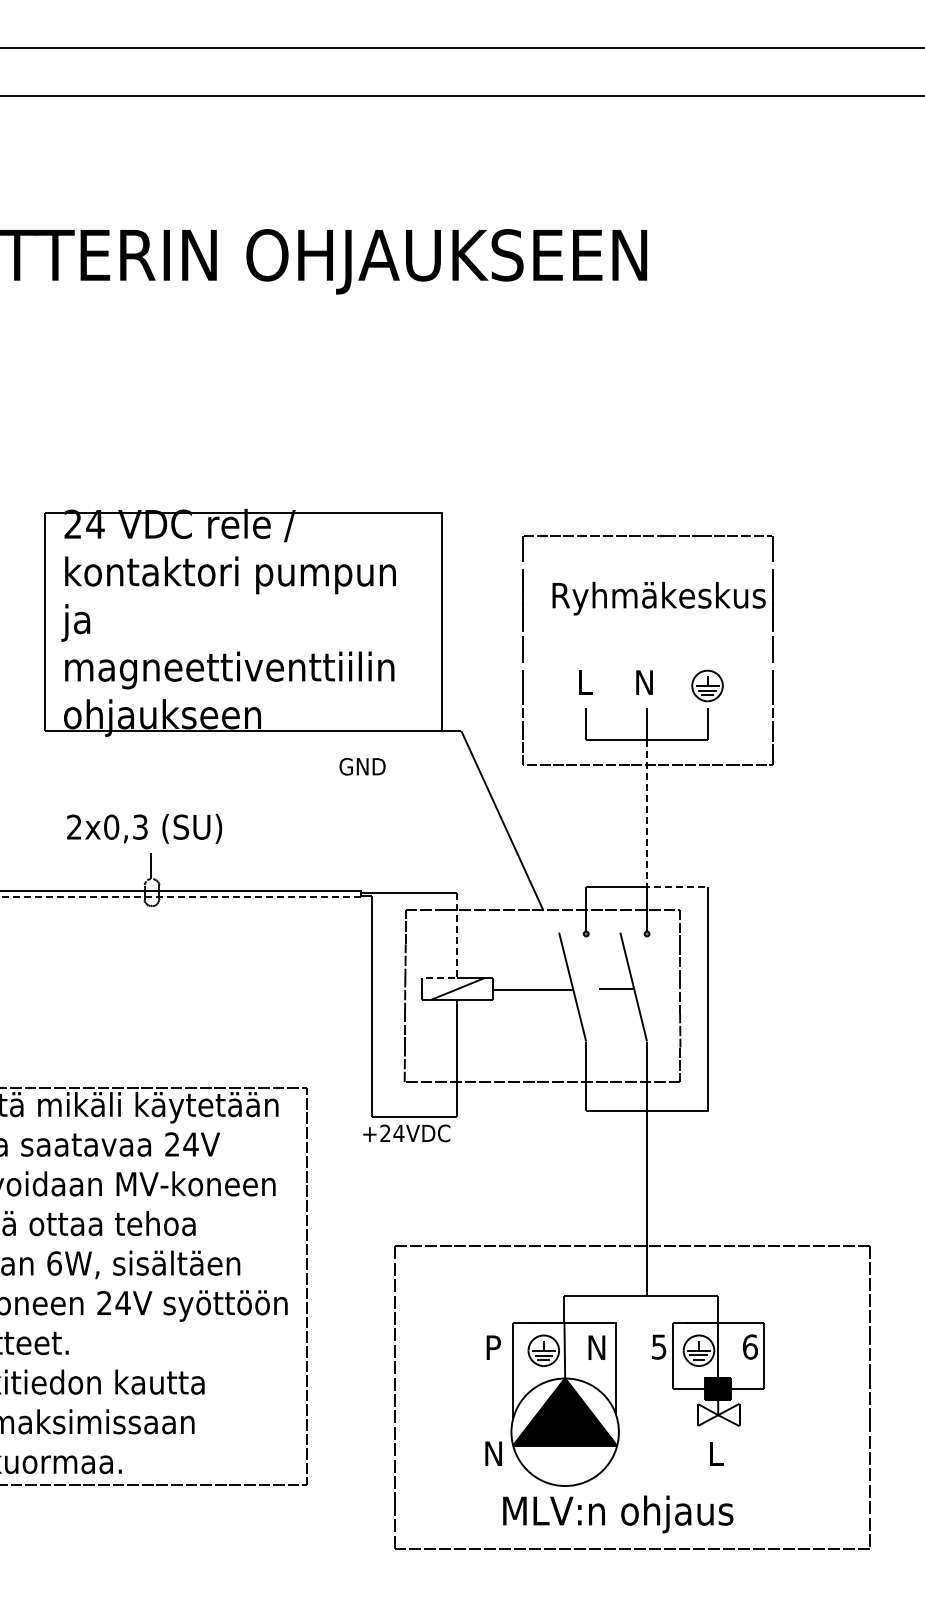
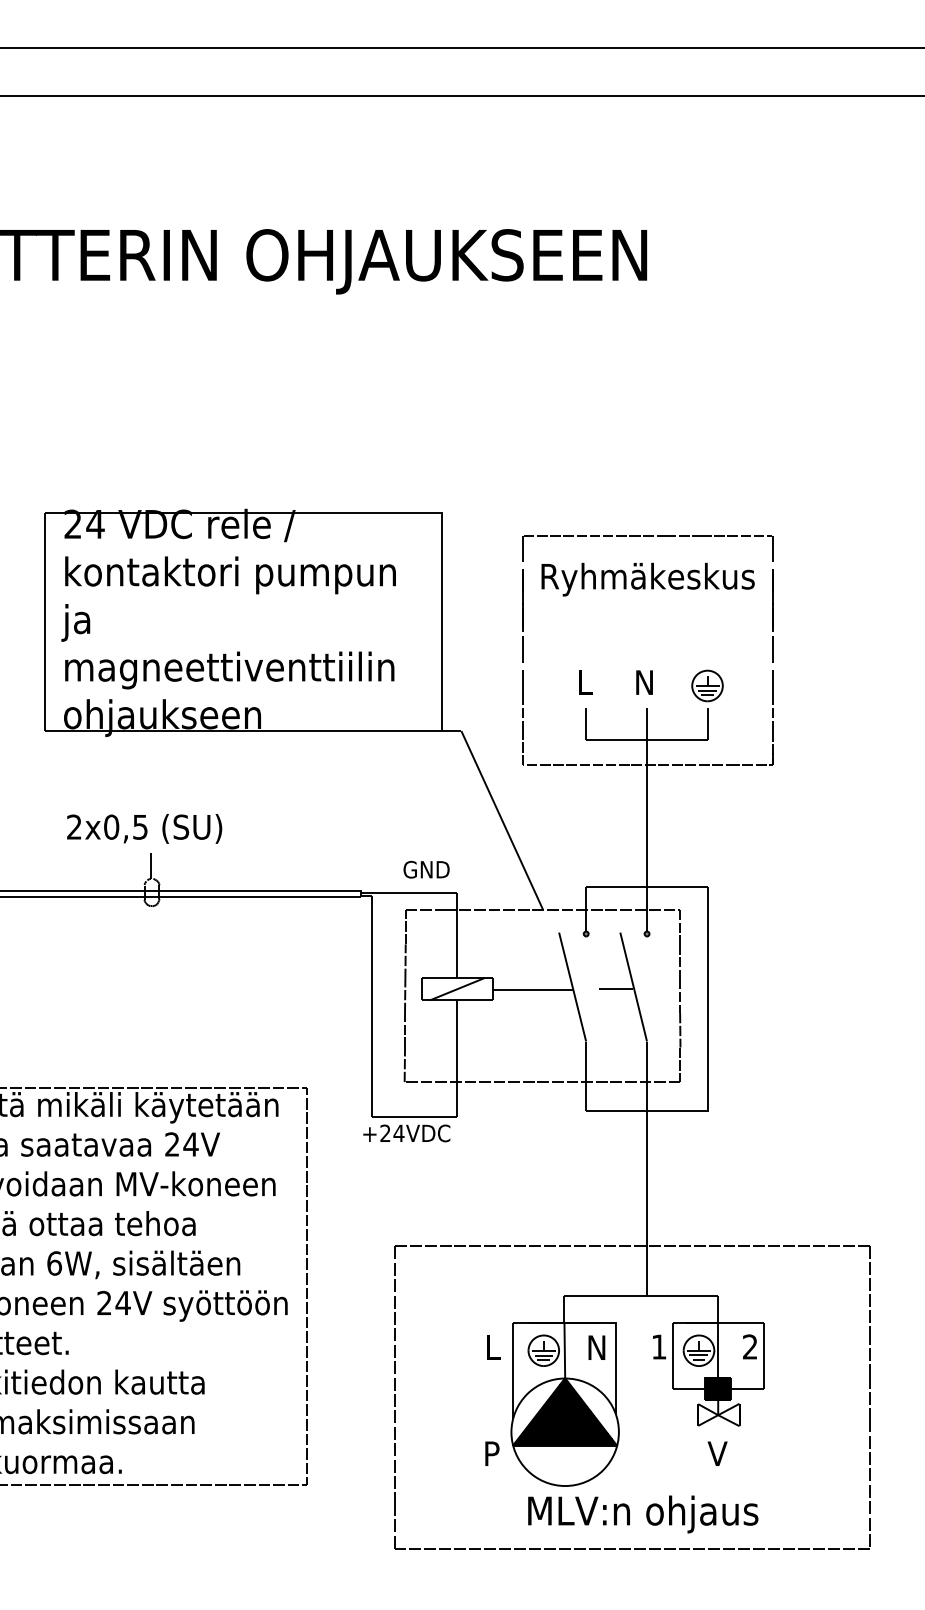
text at (658, 598) position: (658, 598) -> (647, 579)
text at (362, 766) position: (362, 766) -> (426, 869)
text at (140, 826): 2x0,3 -> 2x0,5
line at (647, 845): dashed -> solid
line at (180, 897): dashed -> solid
line at (457, 954): dashed -> solid
text at (659, 1346): 5 -> 1
text at (749, 1346): 6 -> 2
text at (493, 1347): P -> L
text at (494, 1453): N -> P
text at (717, 1453): L -> V
text at (618, 1514) position: (618, 1514) -> (643, 1514)
